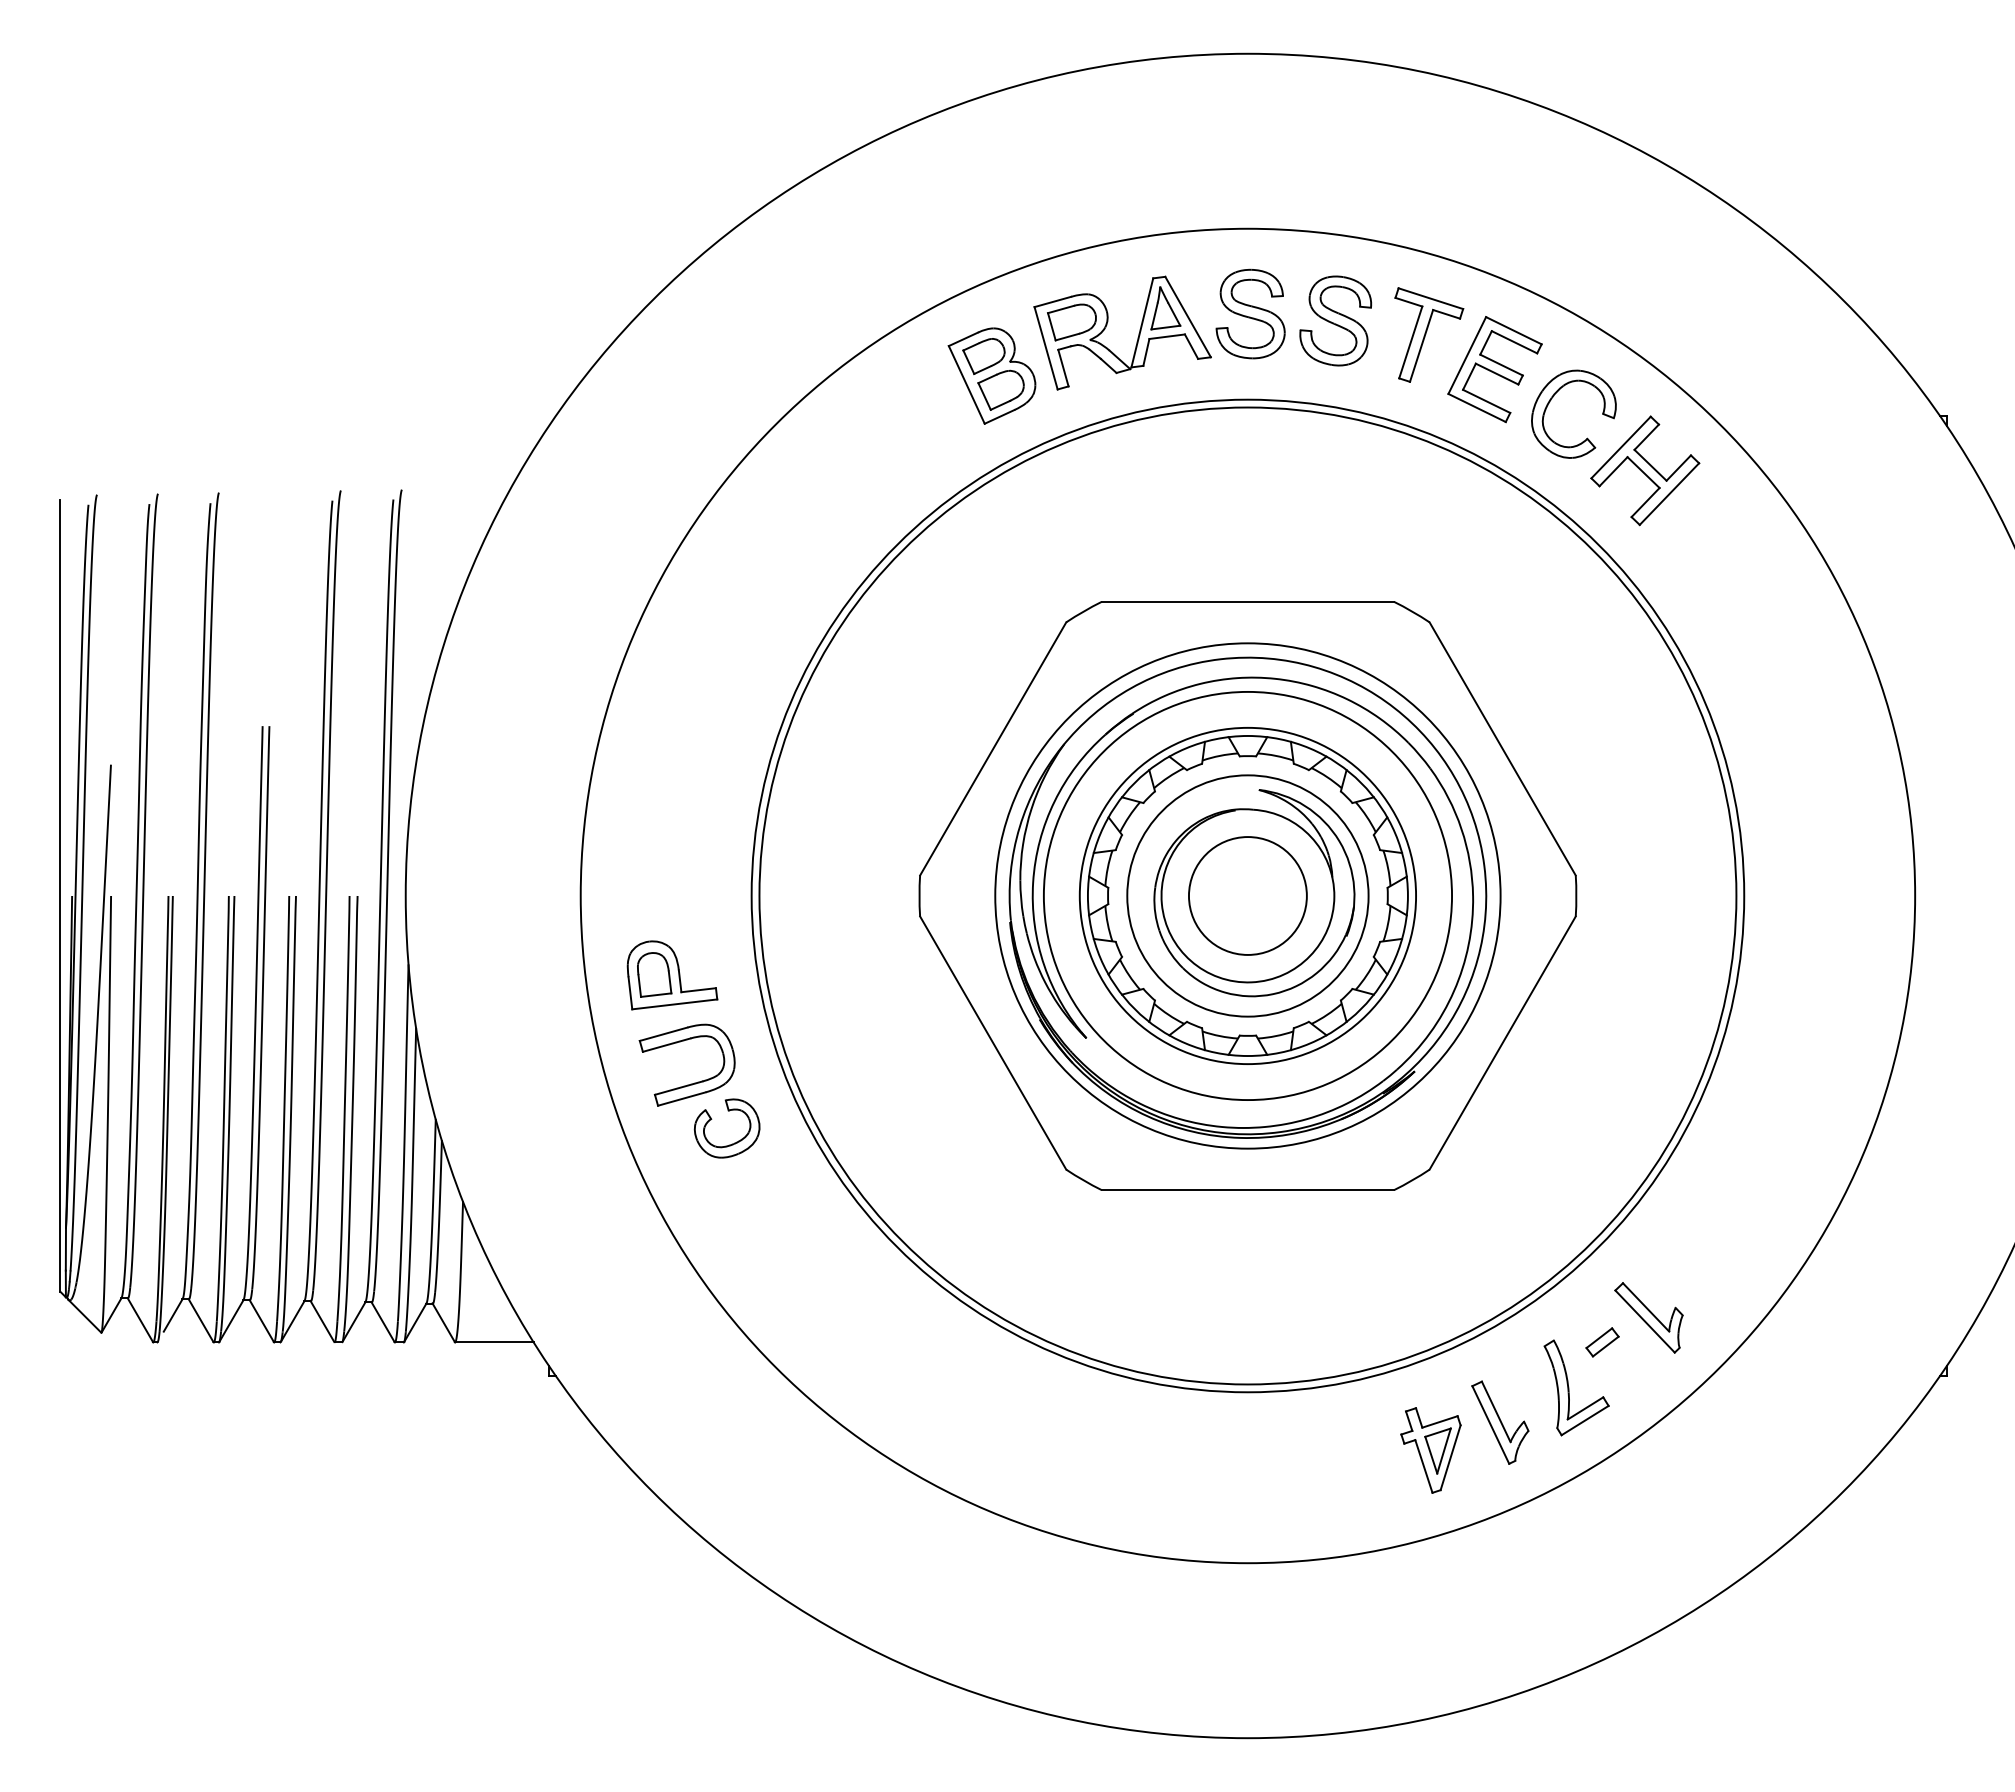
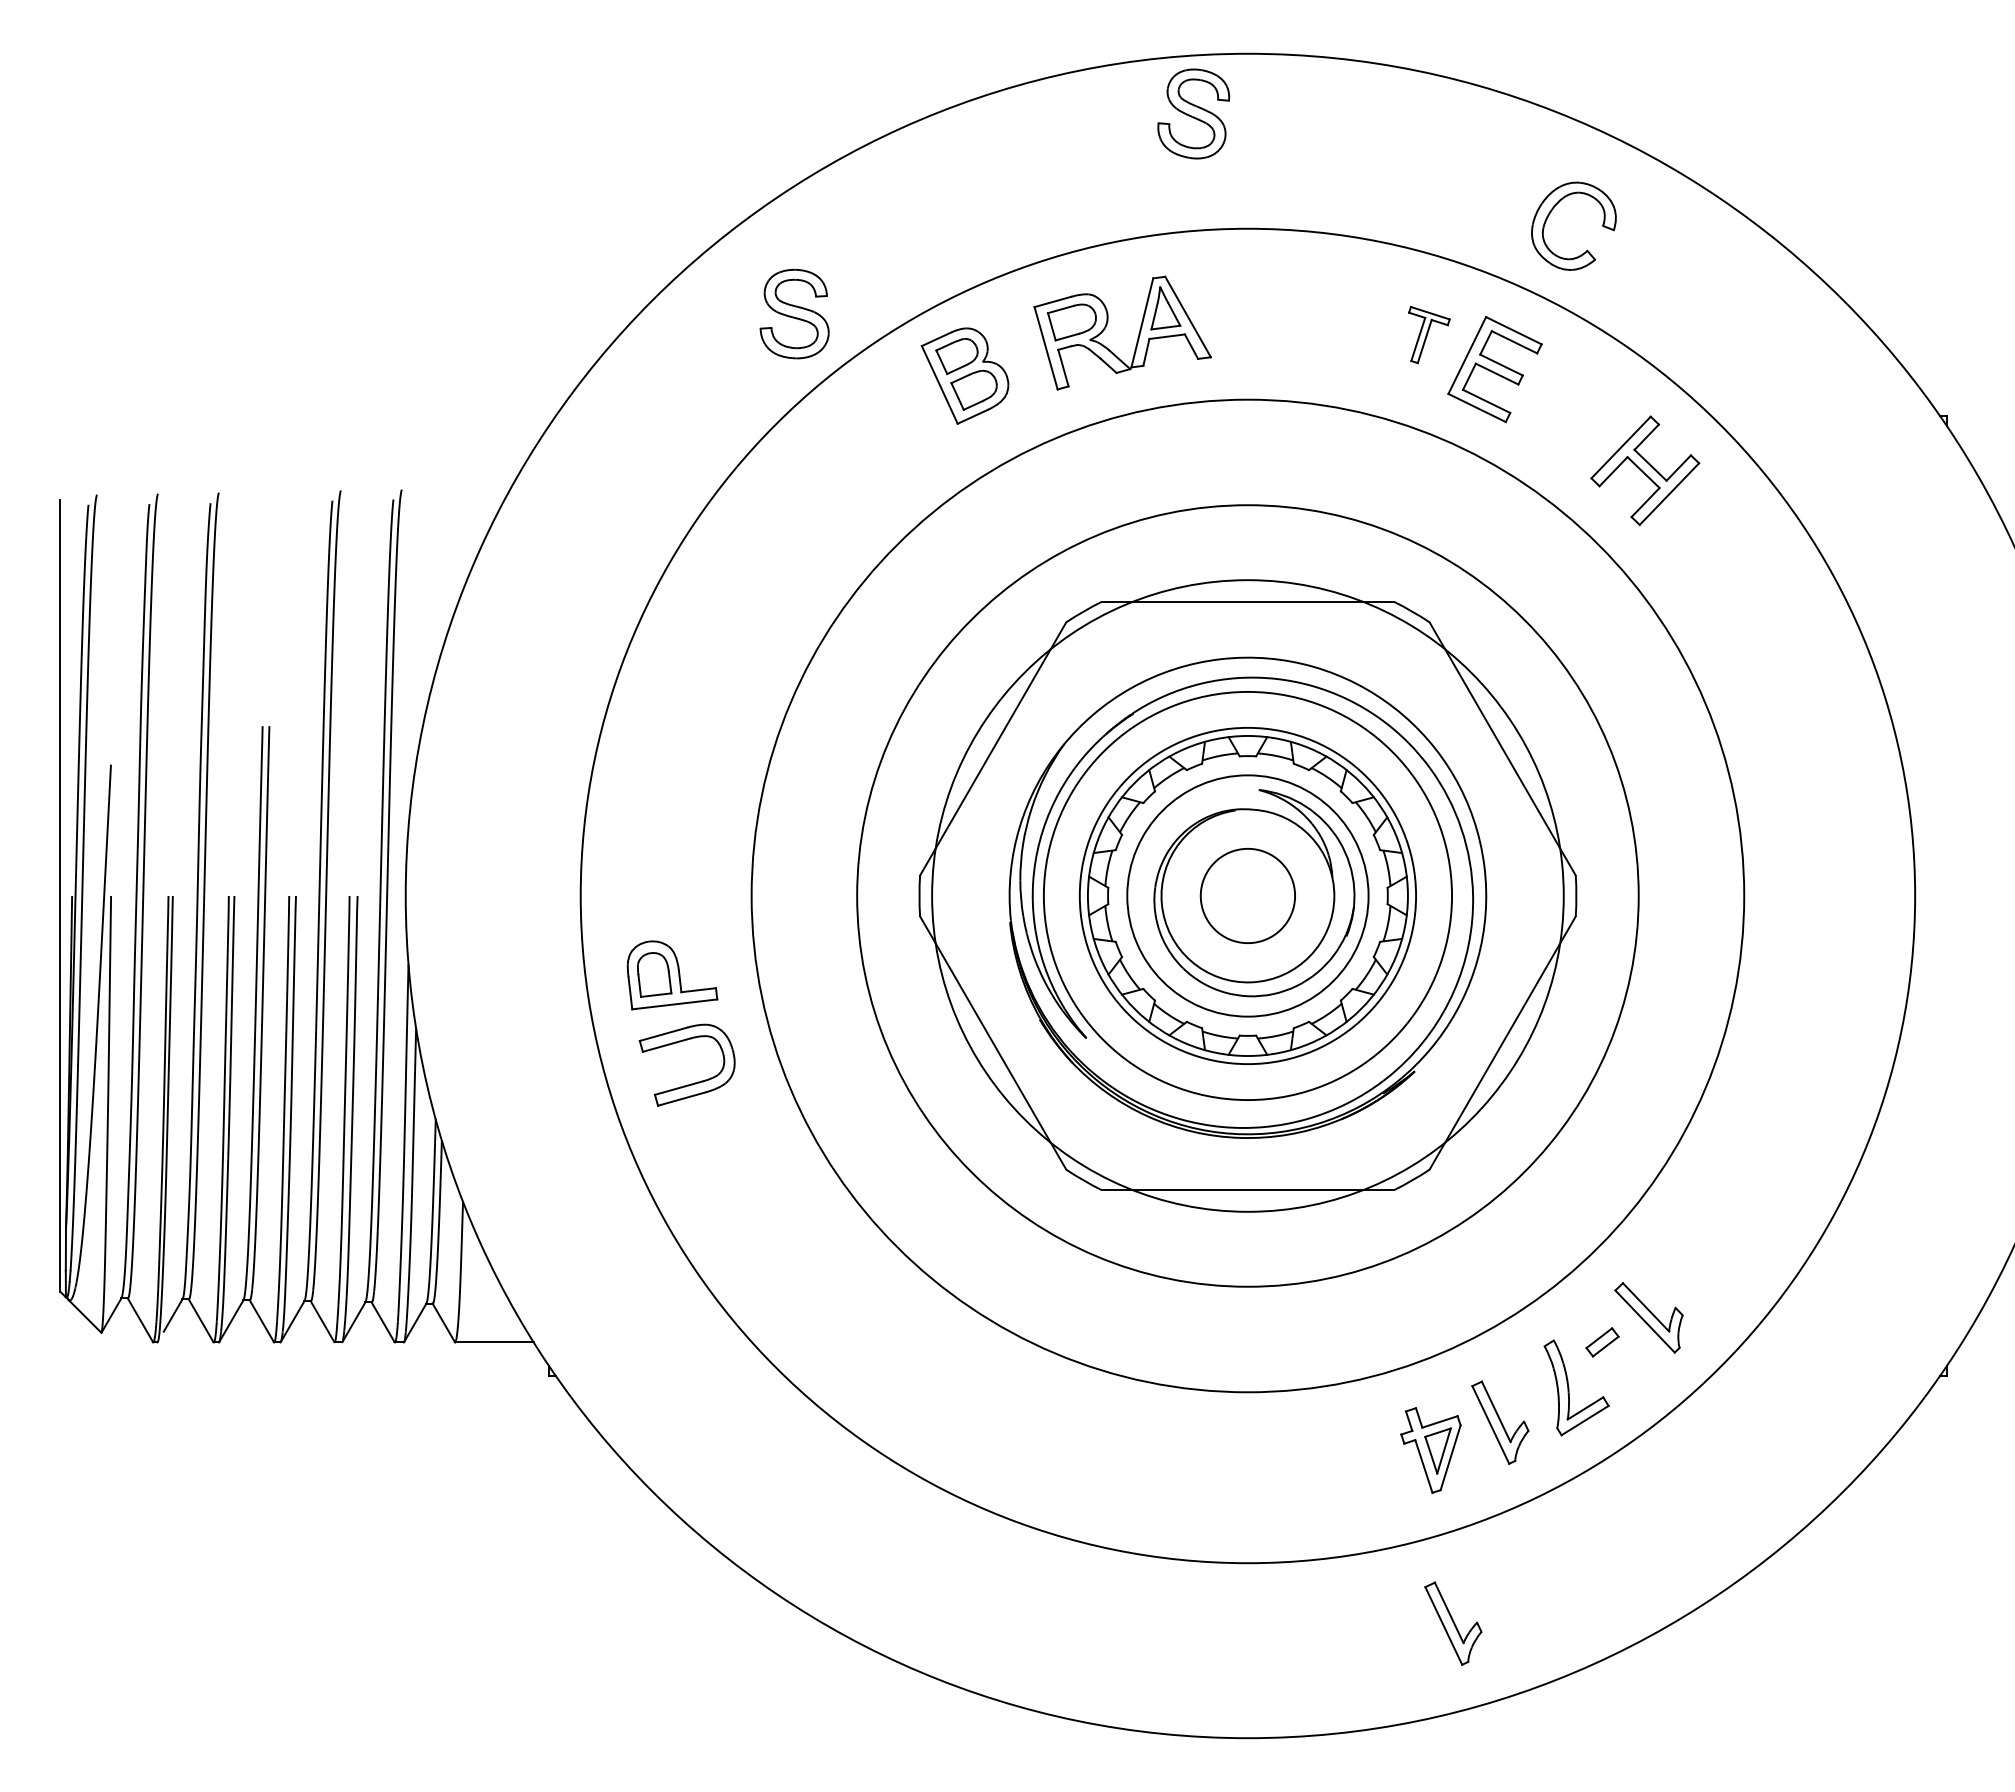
part at (1250, 313) position: (1250, 313) -> (794, 313)
part at (1335, 320) position: (1335, 320) -> (1193, 113)
part at (1429, 334) size: 71x96 px -> 43x60 px
part at (991, 375) position: (991, 375) -> (964, 375)
part at (1551, 400) position: (1551, 400) -> (1551, 212)
circle at (1247, 895) diameter: 118 px -> 94 px
circle at (1247, 895) diameter: 505 px -> 632 px
circle at (1247, 895) diameter: 977 px -> 782 px
part at (734, 1142): present -> none
part at (1453, 1623): none -> present
